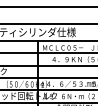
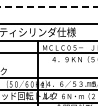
line at (49, 6): solid -> dashed
line at (48, 65): present -> none
